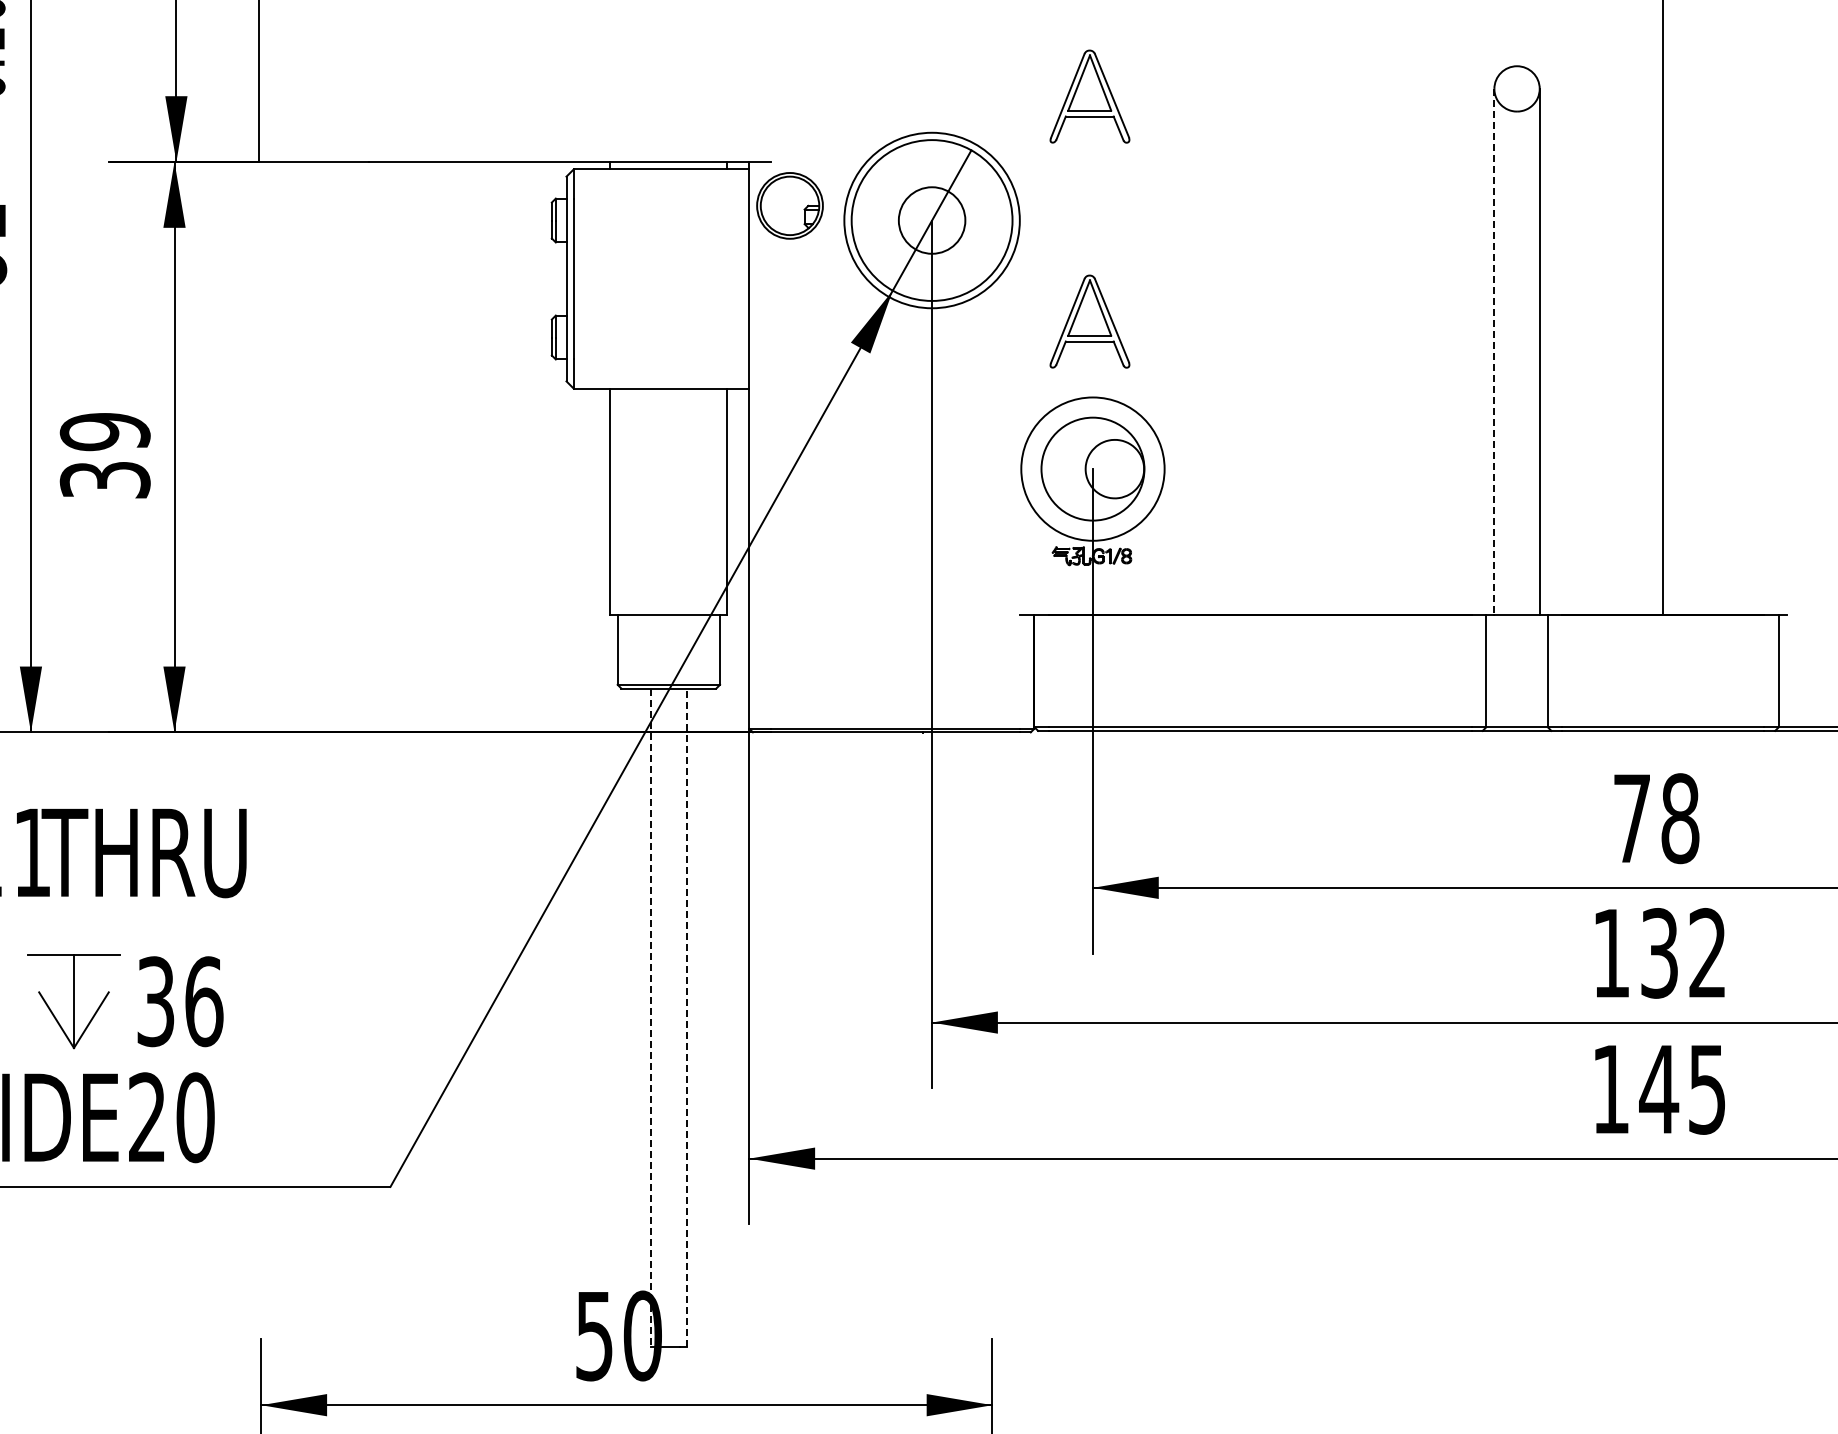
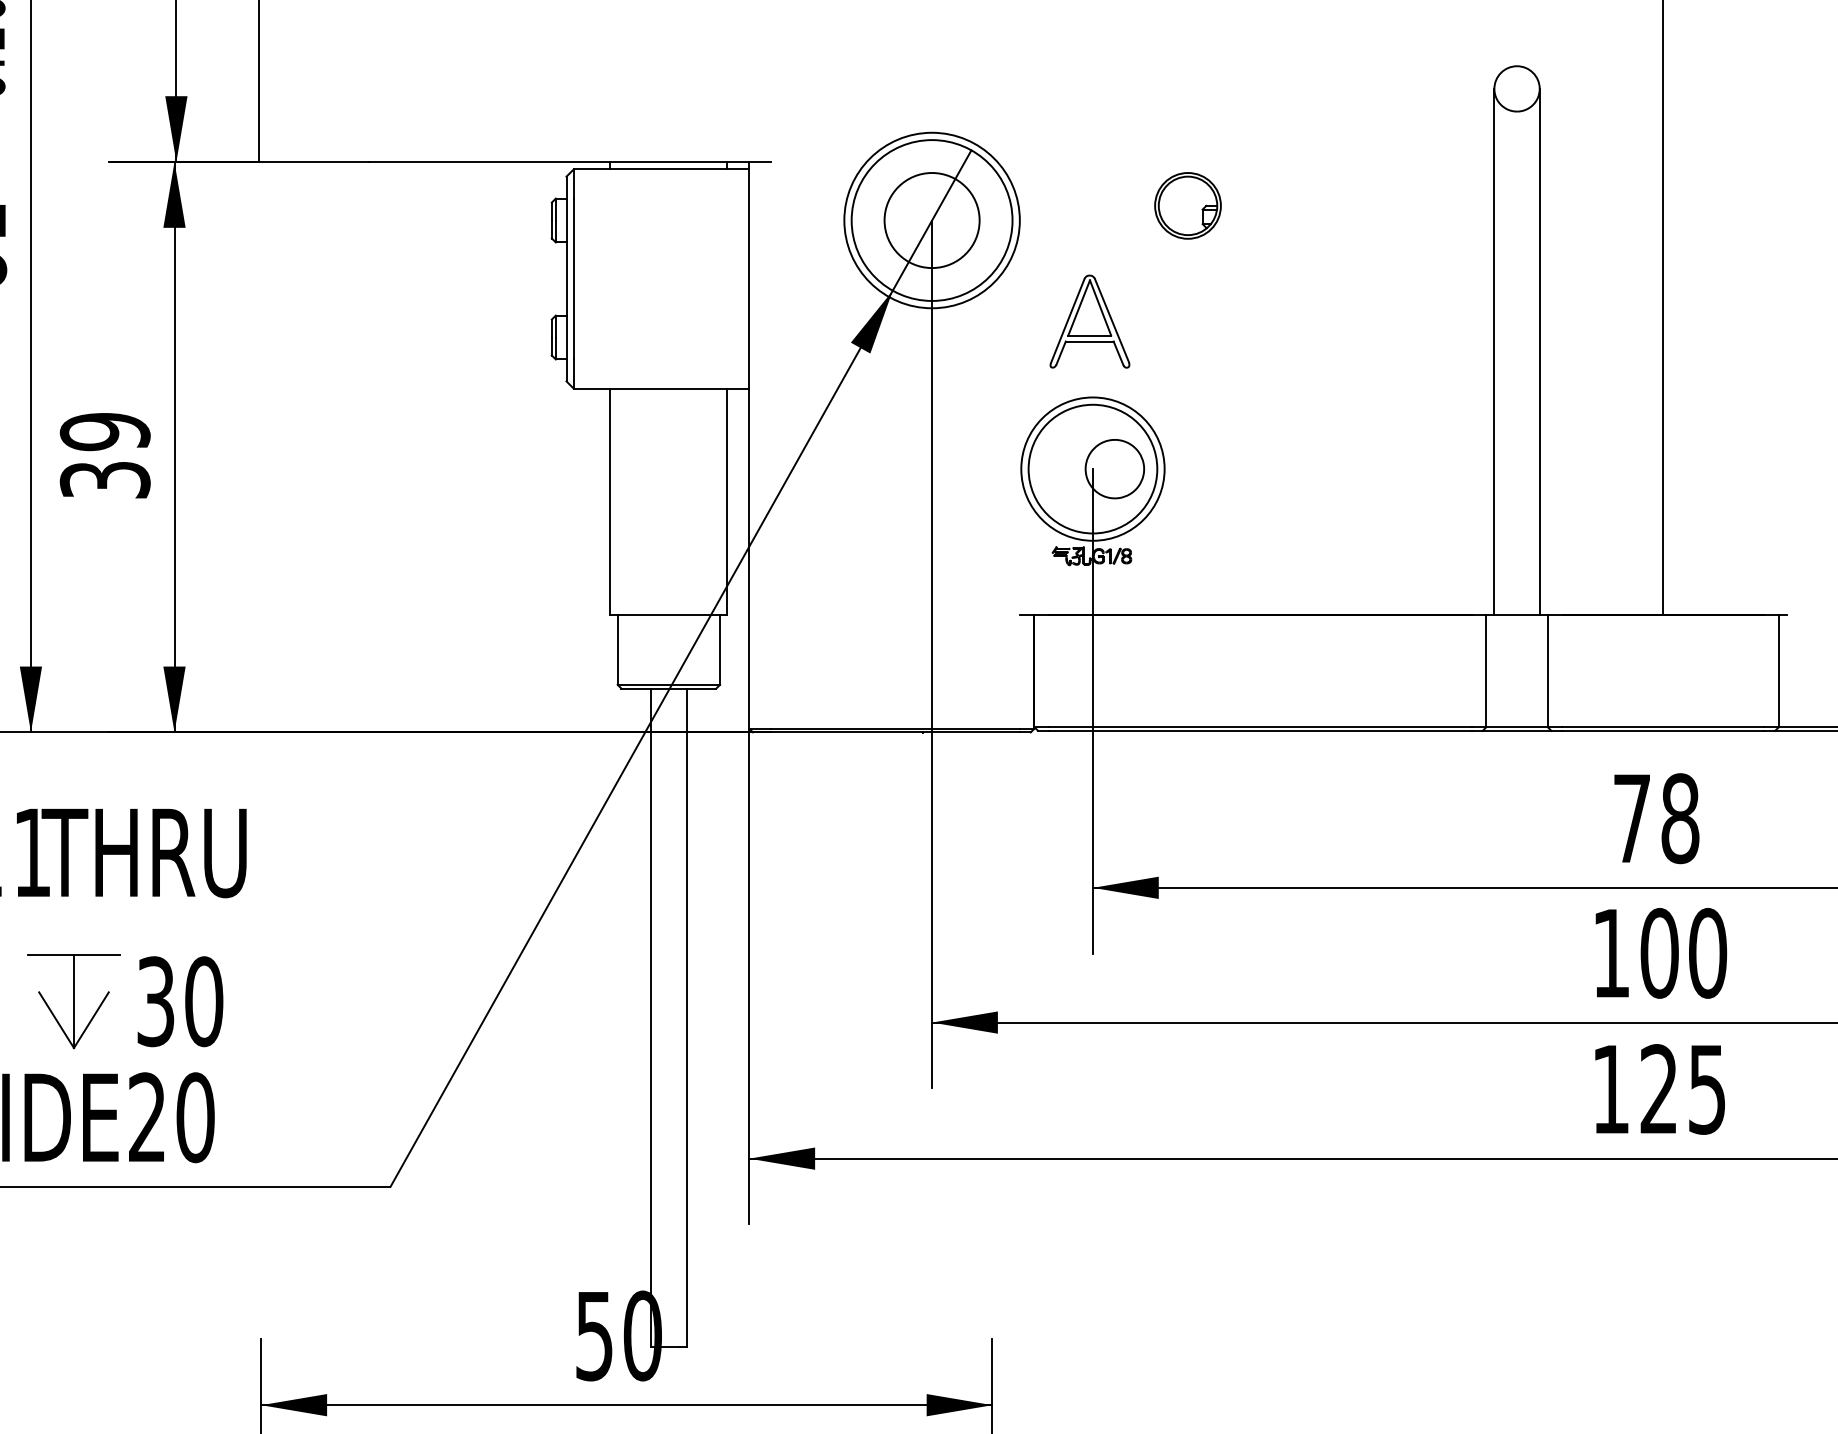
part at (1089, 96): present -> none
part at (789, 205) position: (789, 205) -> (1187, 205)
circle at (931, 220) diameter: 67 px -> 95 px
line at (1494, 352): dashed -> solid
circle at (1092, 468) diameter: 103 px -> 129 px
text at (1683, 953): 132 -> 100
text at (204, 1001): 36 -> 30
line at (687, 1017): dashed -> solid
line at (650, 1018): dashed -> solid
text at (1659, 1088): 145 -> 125
